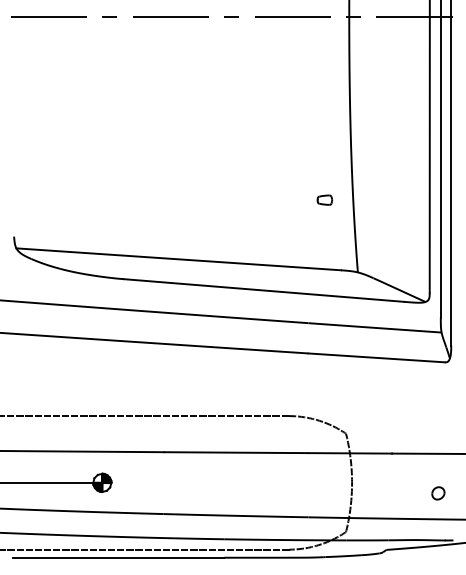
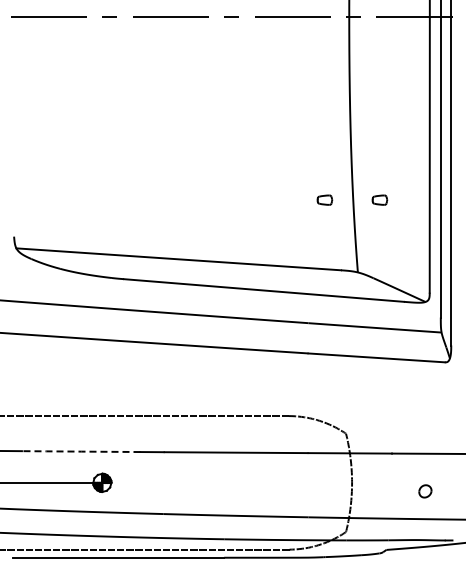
part at (379, 199): none -> present
line at (80, 451): solid -> dashed
part at (438, 493) position: (438, 493) -> (425, 491)
